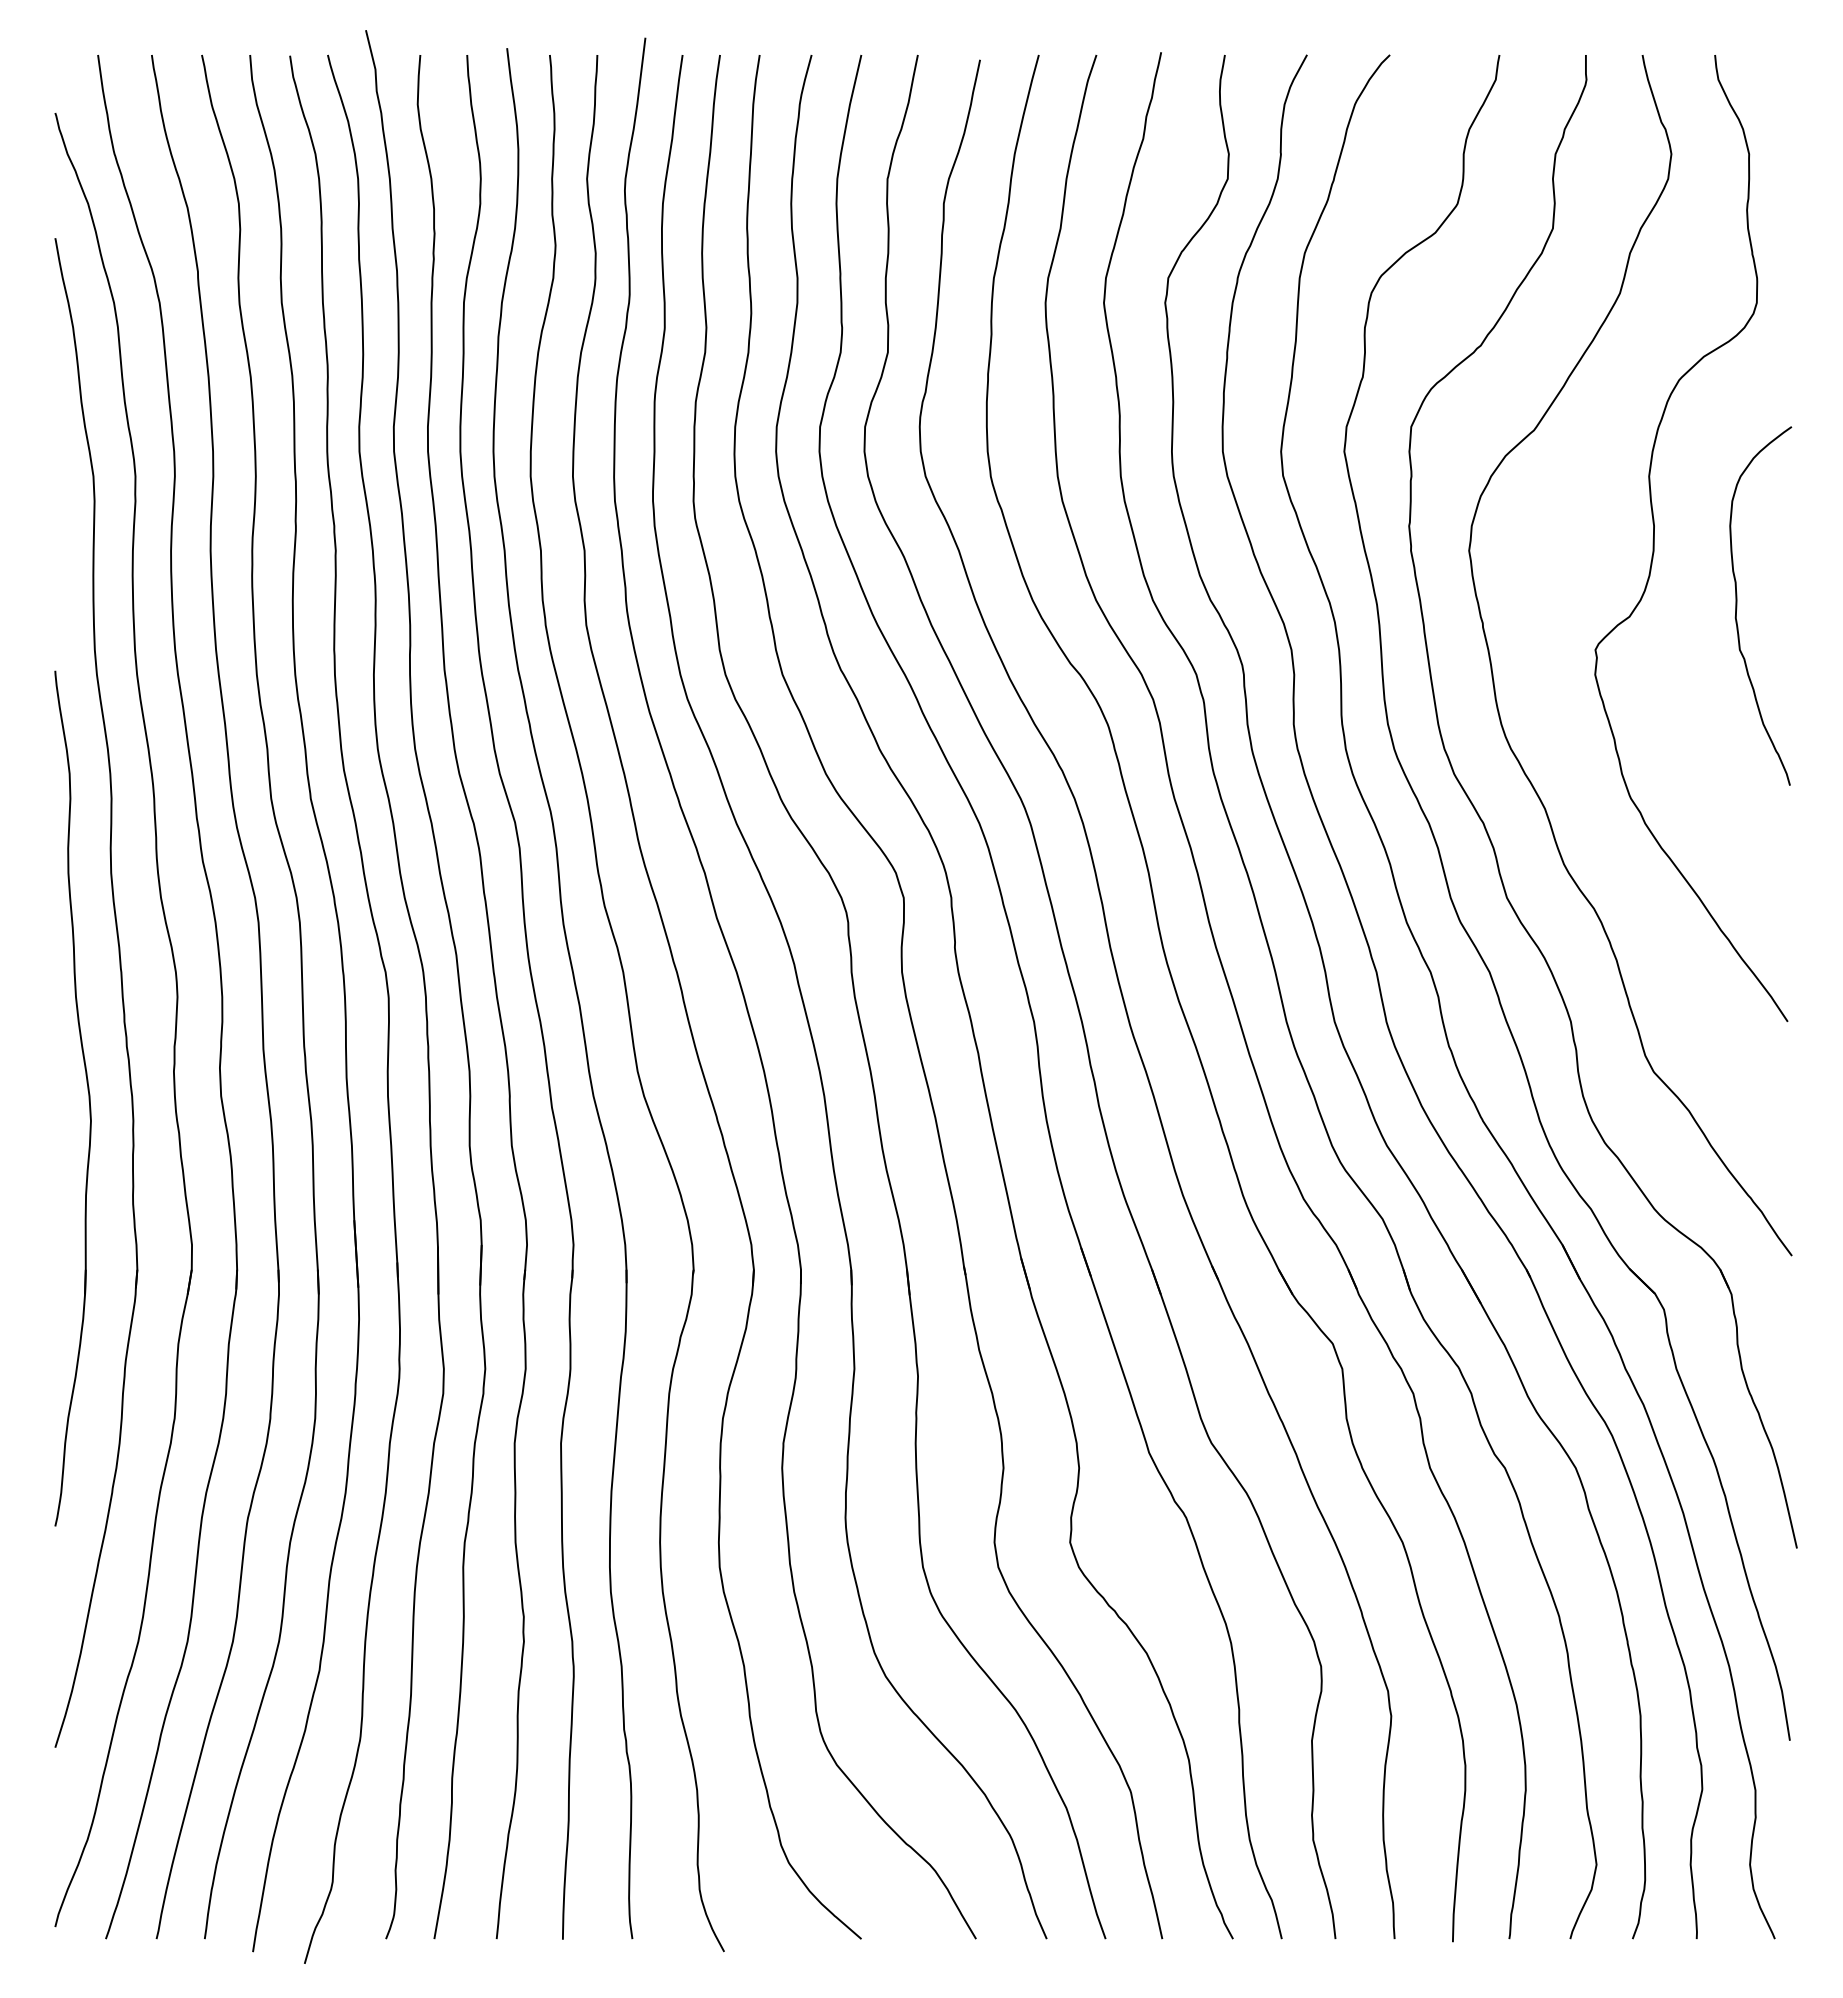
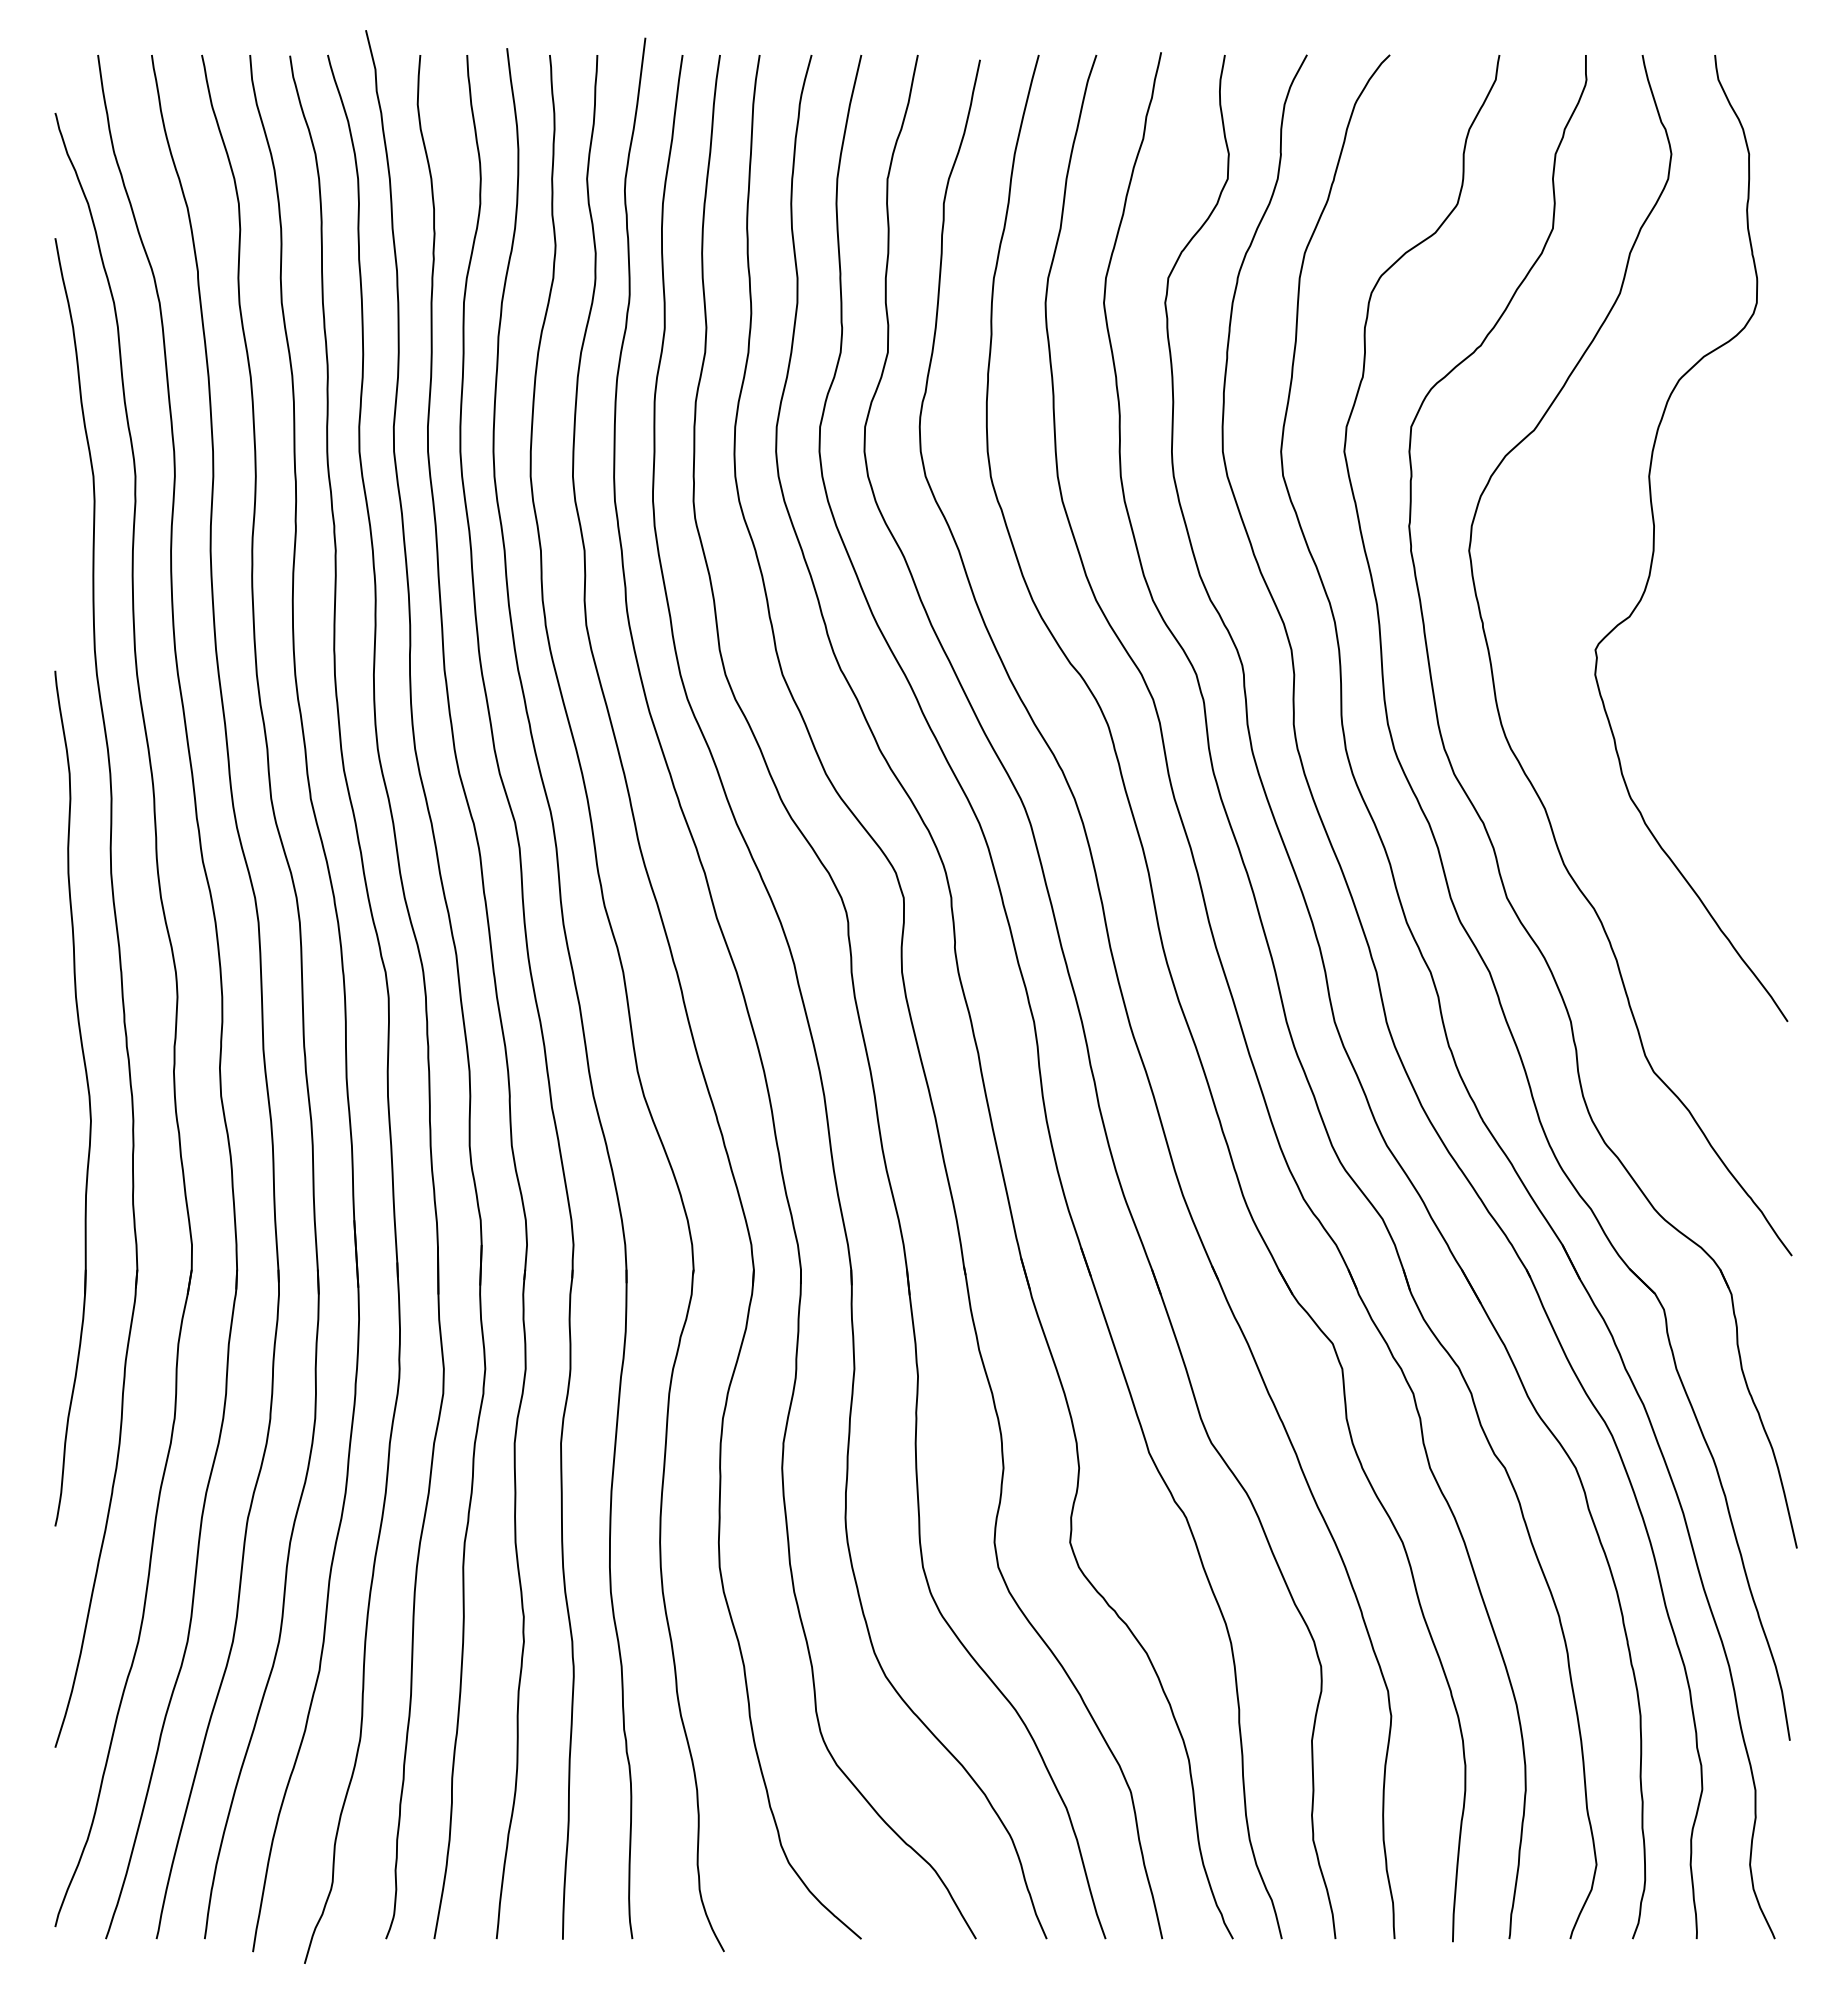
curve at (1737, 605): present -> none
